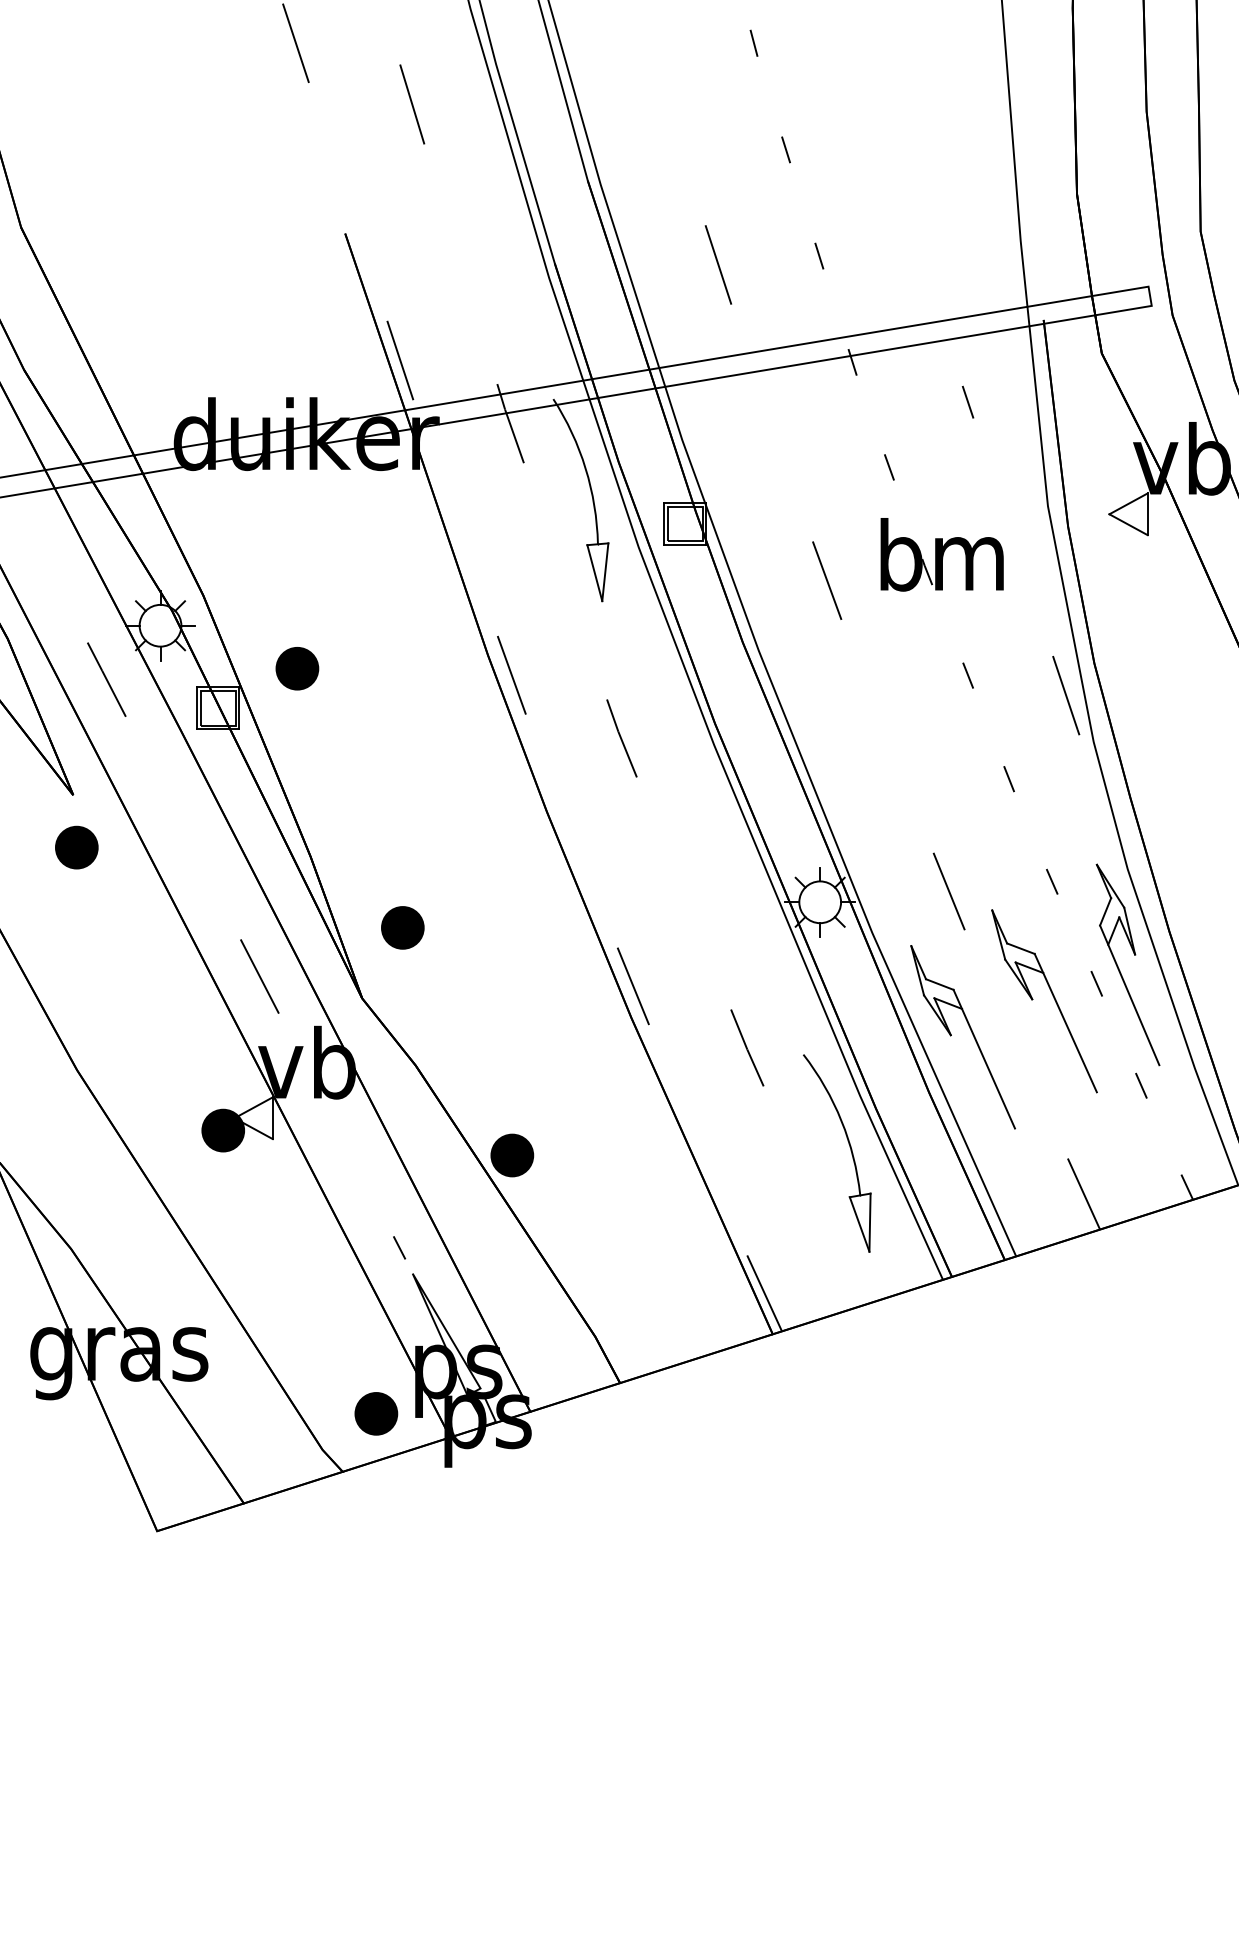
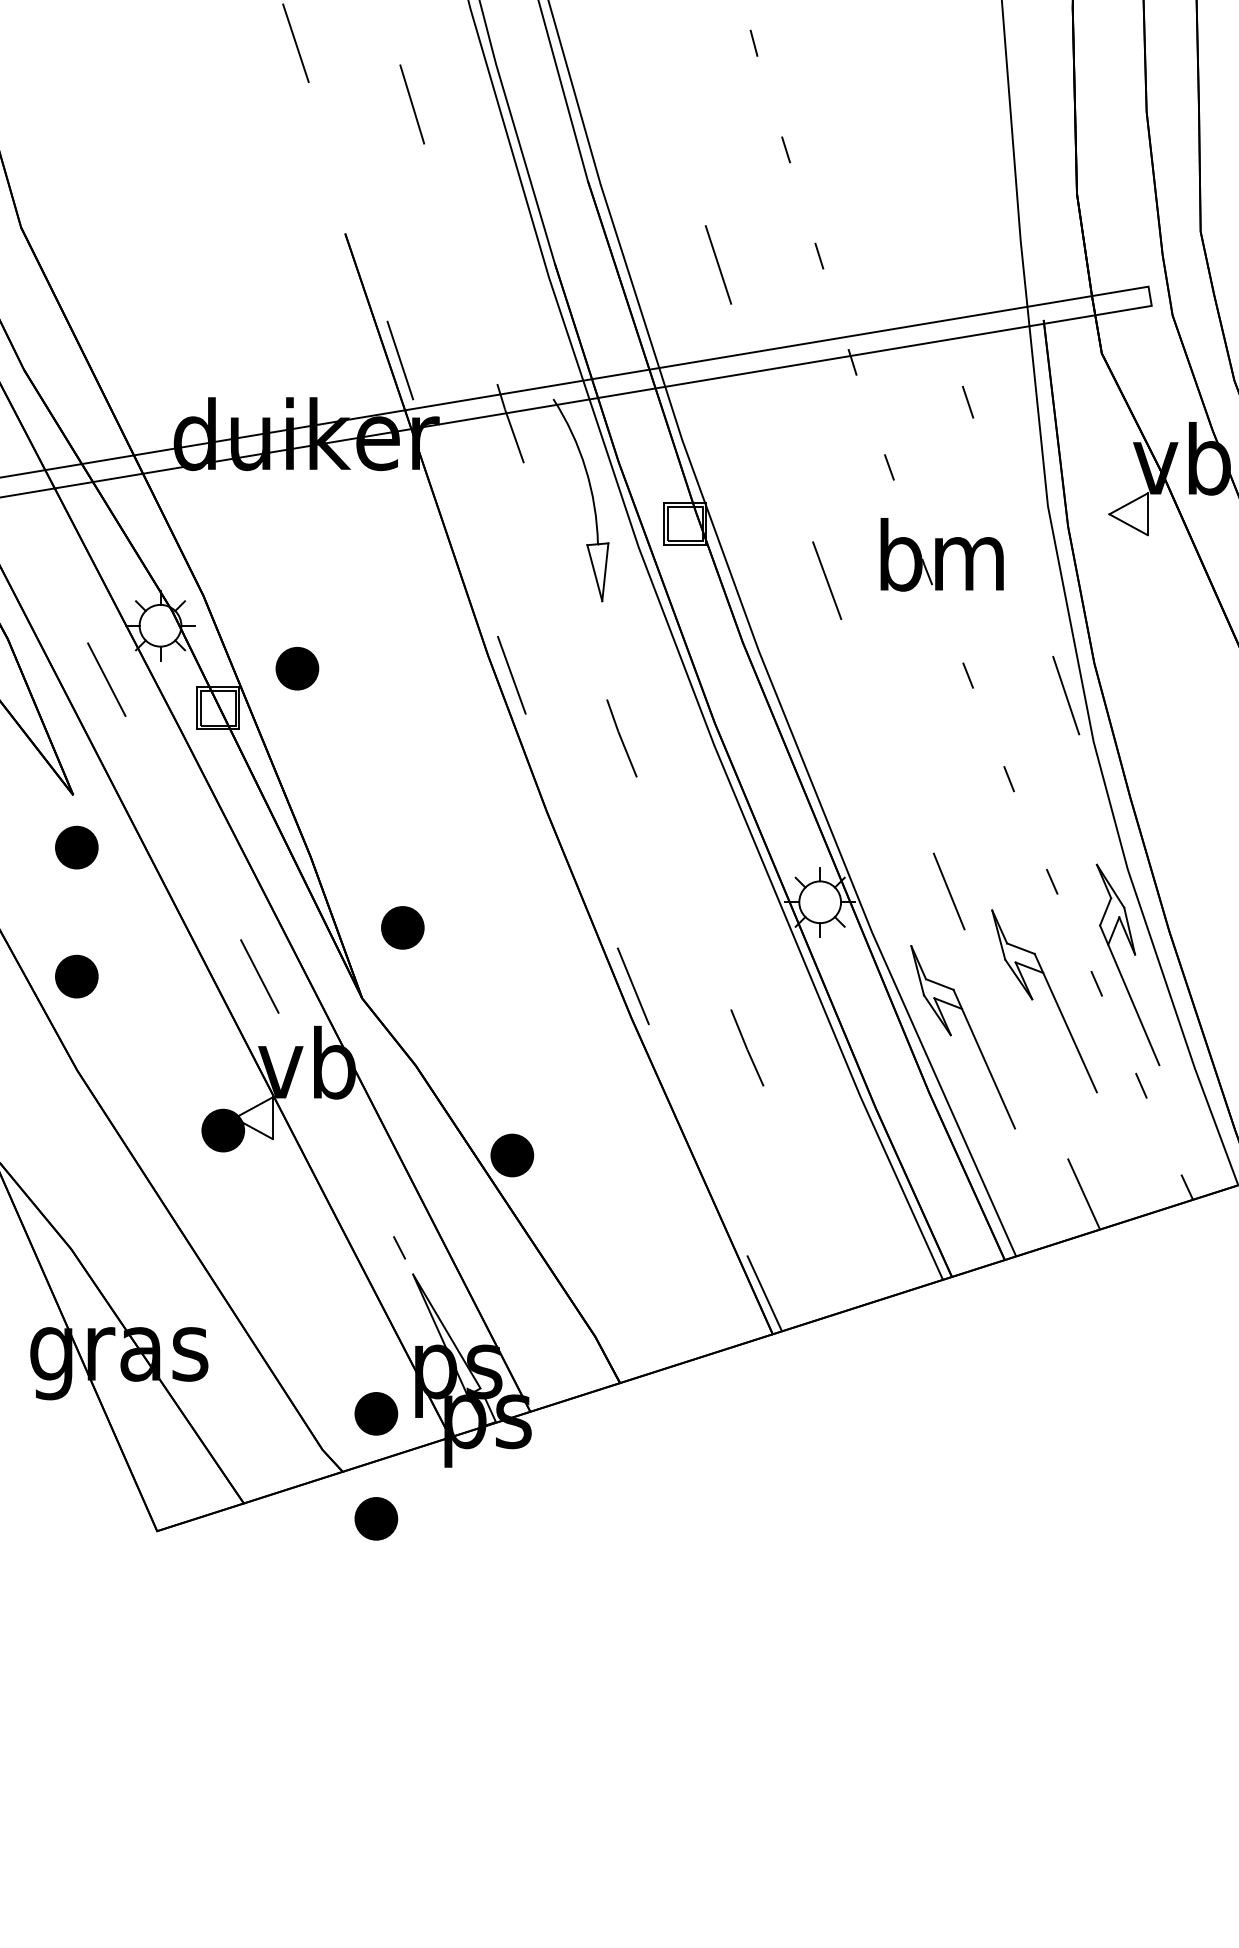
part at (76, 976): none -> present
part at (850, 1151): present -> none
part at (376, 1518): none -> present
